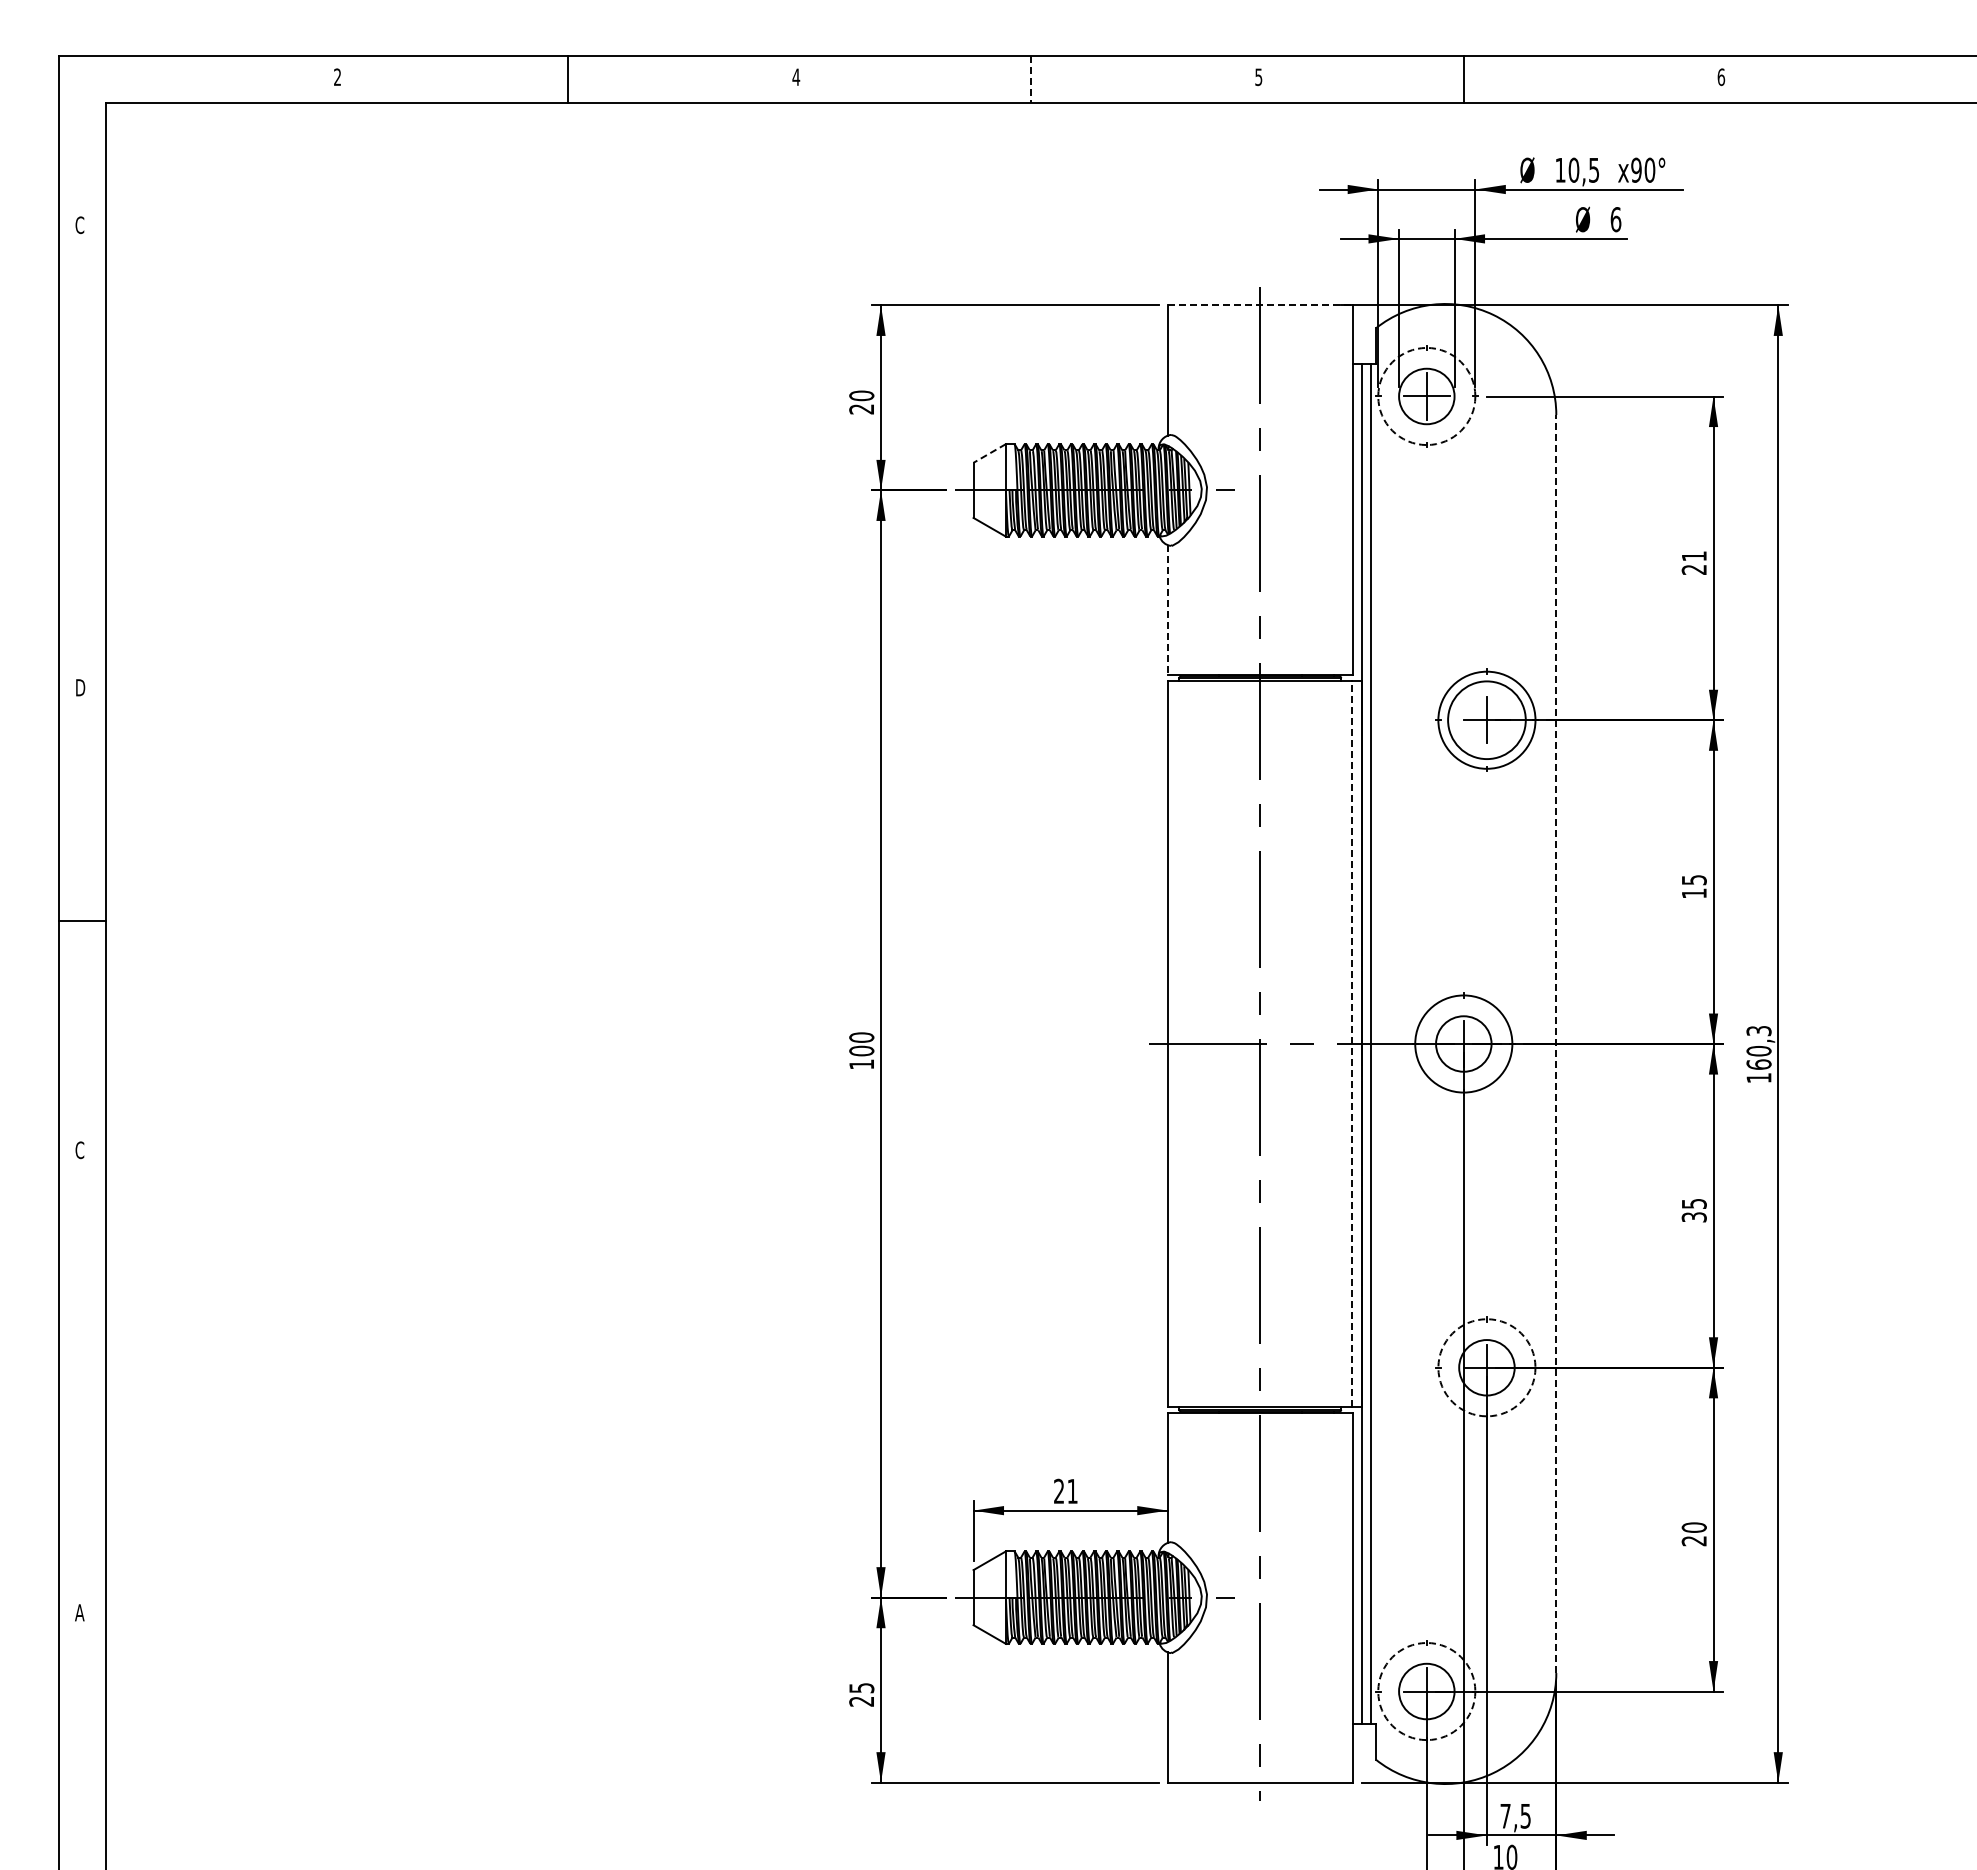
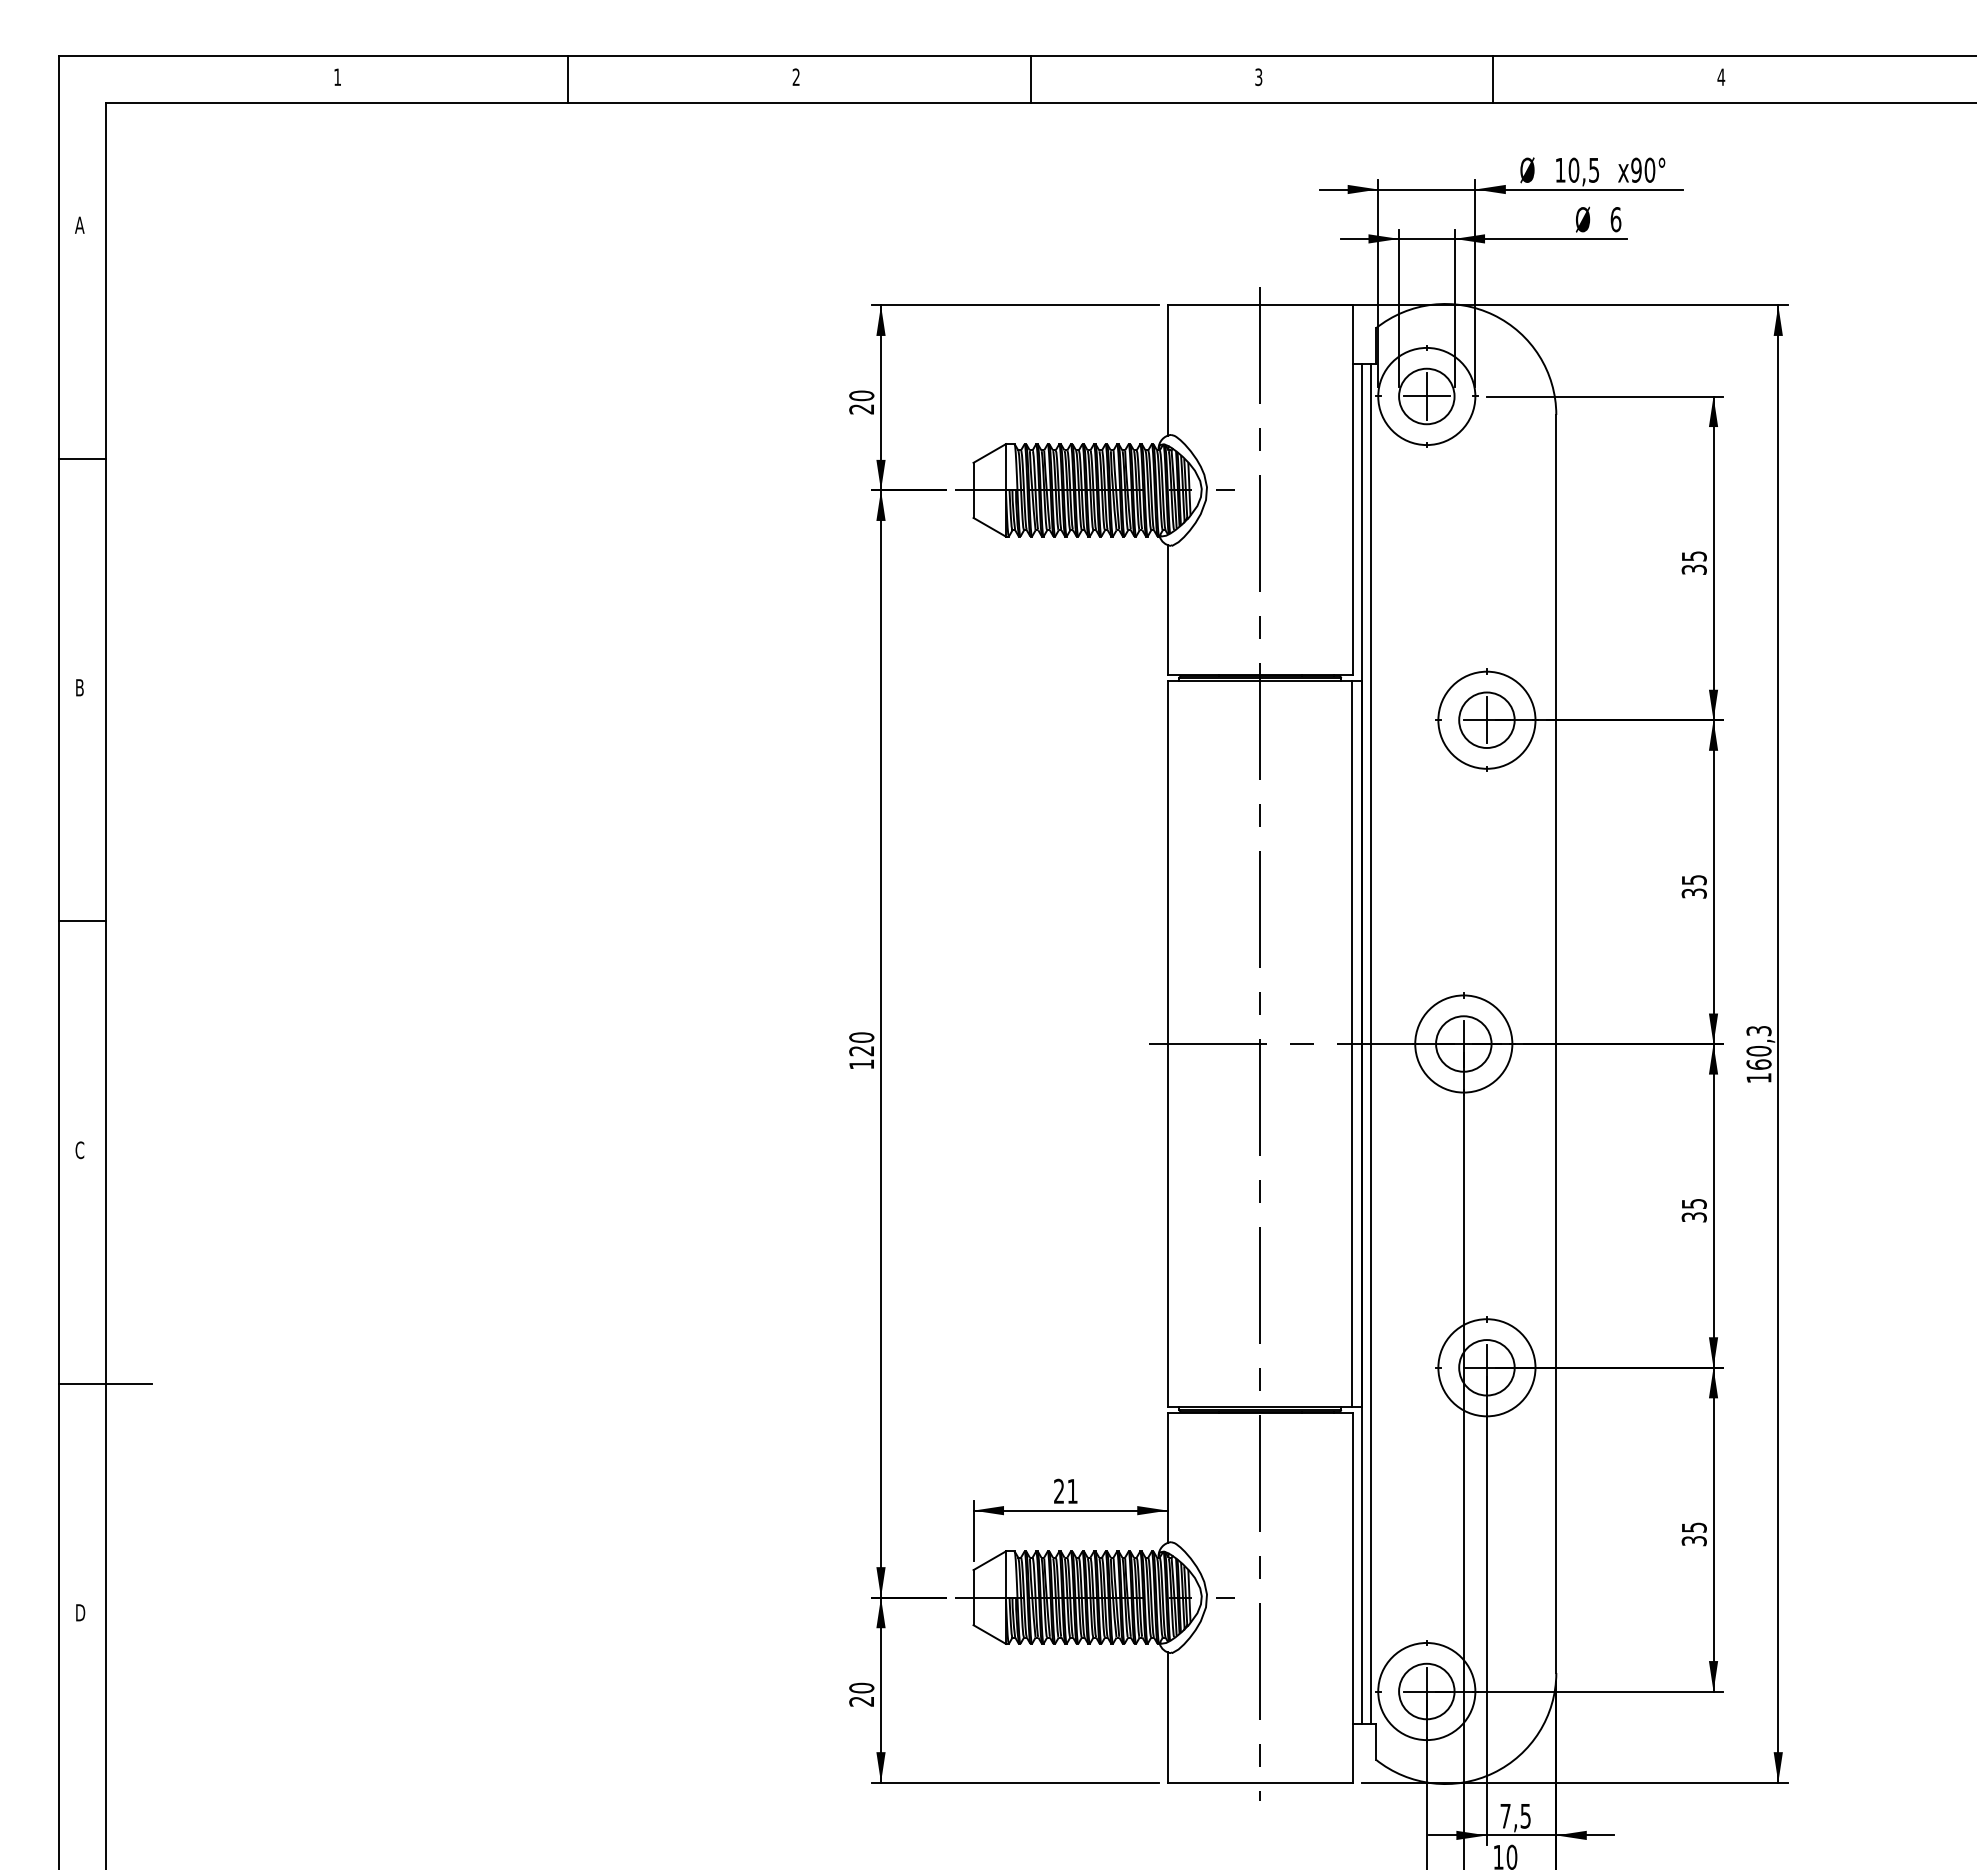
text at (337, 76): 2 -> 1
text at (796, 76): 4 -> 2
text at (1258, 76): 5 -> 3
text at (1721, 77): 6 -> 4
line at (1030, 79): dashed -> solid
line at (1464, 79) position: (1464, 79) -> (1493, 79)
text at (79, 225): C -> A
line at (1260, 305): dashed -> solid
circle at (1426, 396): dashed -> solid
line at (989, 453): dashed -> solid
line at (82, 458): none -> present
text at (1694, 562): 21 -> 35
line at (1167, 610): dashed -> solid
text at (81, 687): D -> B
circle at (1486, 720) diameter: 78 px -> 56 px
text at (1693, 893): 15 -> 35
line at (1352, 1043): dashed -> solid
line at (1556, 1043): dashed -> solid
text at (861, 1050): 100 -> 120
circle at (1486, 1367): dashed -> solid
line at (105, 1383): none -> present
text at (1693, 1534): 20 -> 35
text at (80, 1612): A -> D
text at (861, 1687): 25 -> 20
circle at (1426, 1691): dashed -> solid
